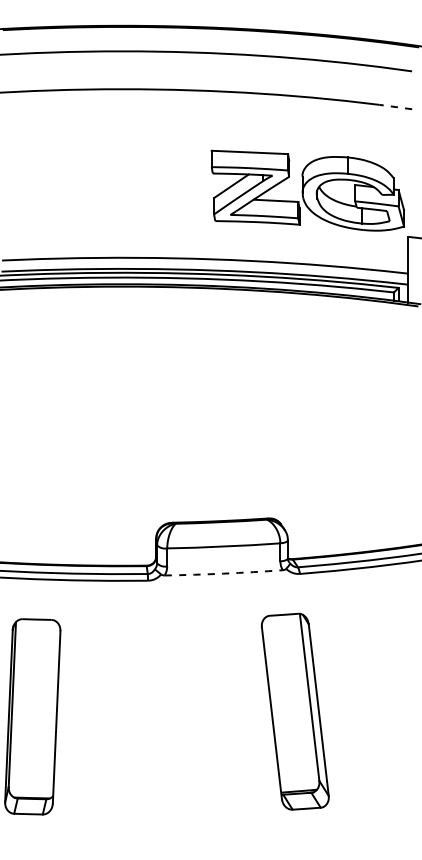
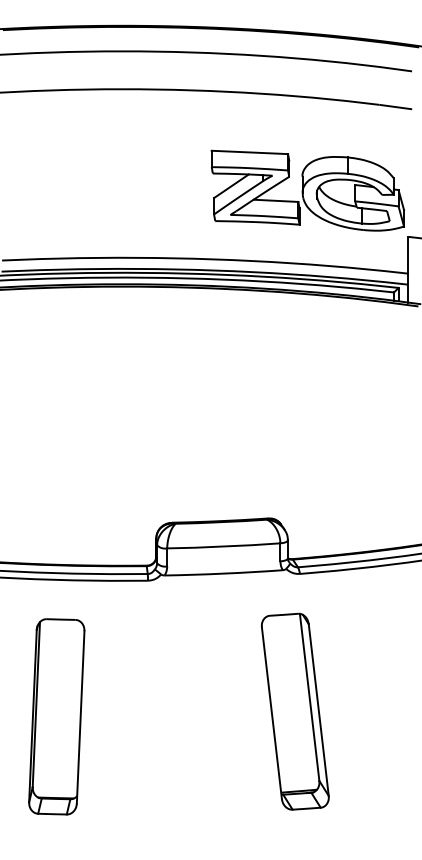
line at (395, 107): dashed -> solid
arc at (223, 573): dashed -> solid
part at (32, 716) position: (32, 716) -> (56, 716)
